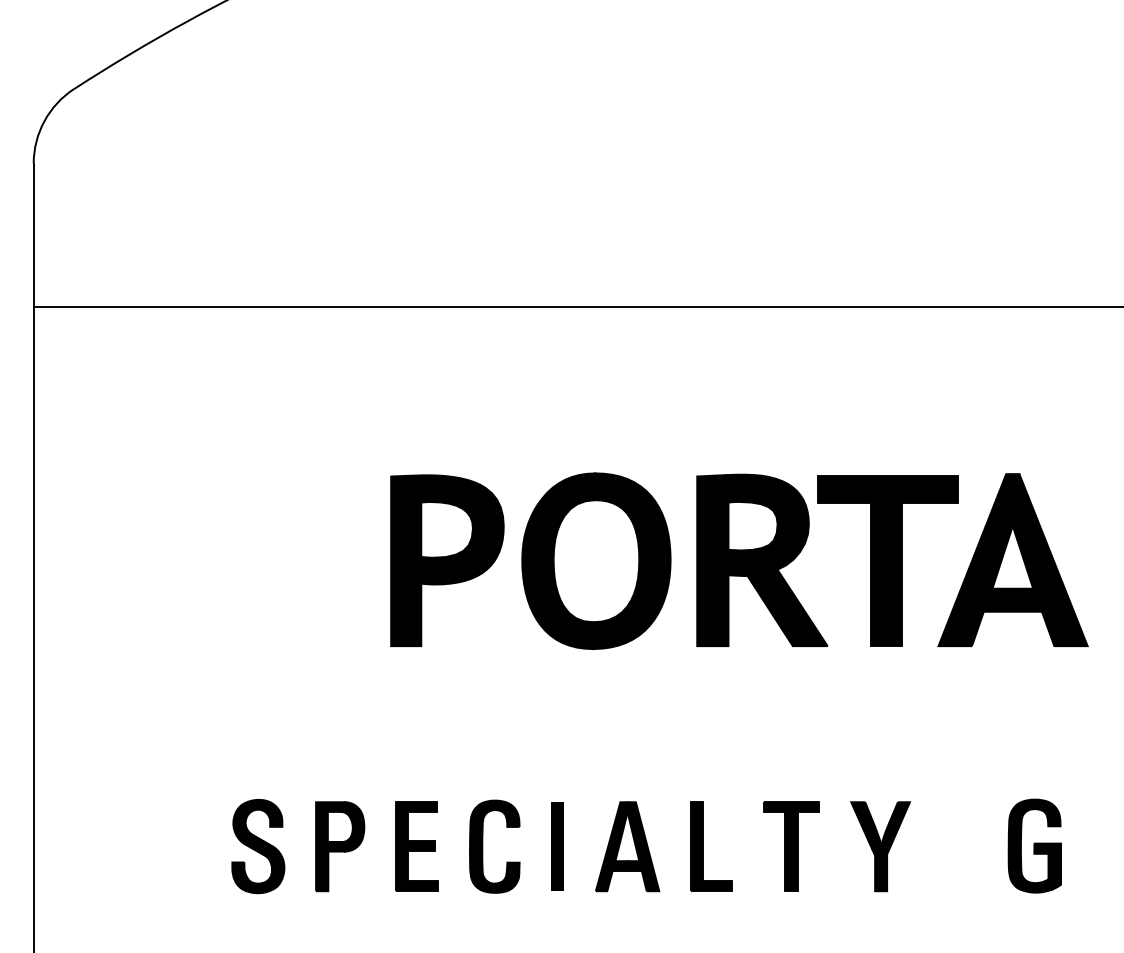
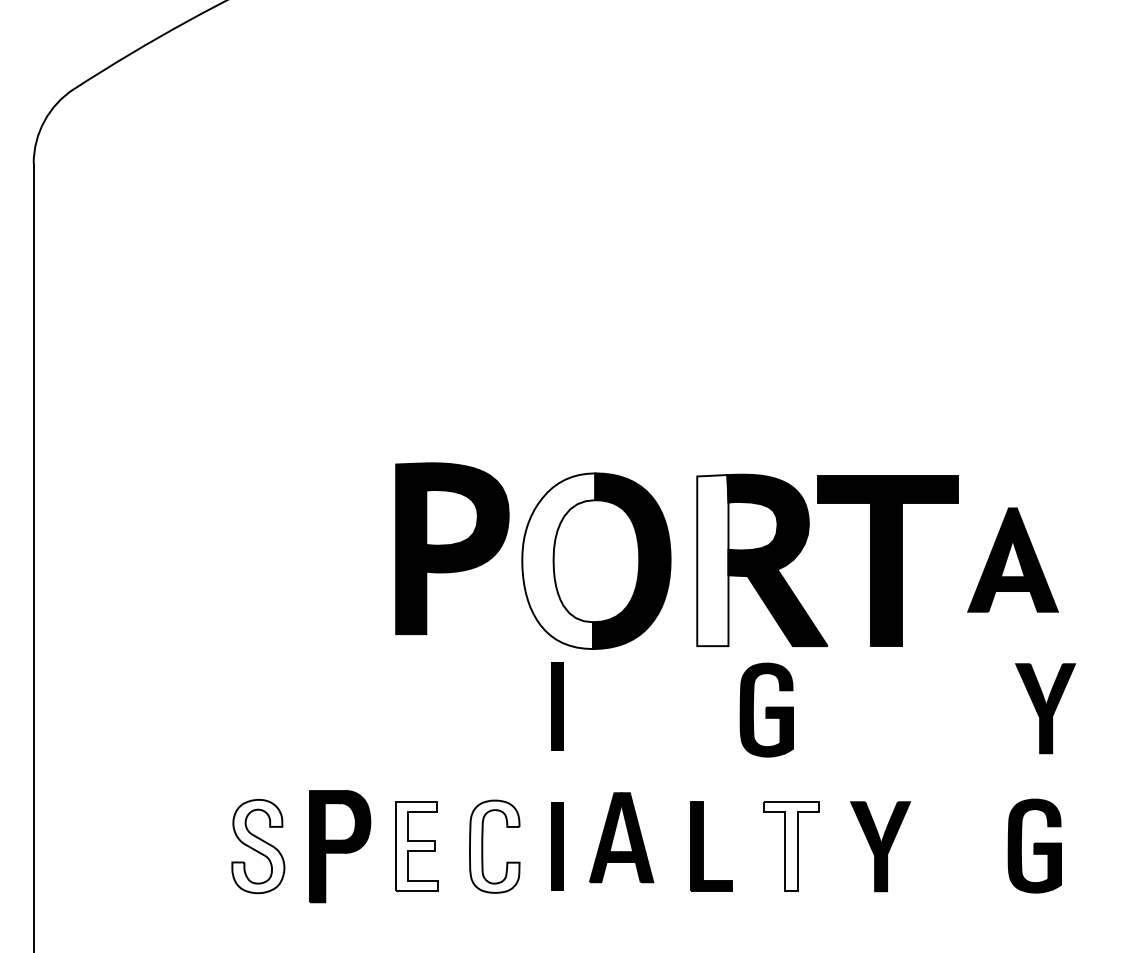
line at (576, 307): present -> none
part at (1012, 559) size: 152x174 px -> 92x106 px
part at (447, 560) position: (447, 560) -> (452, 548)
fill at (712, 560): present -> none
fill at (558, 561): present -> none
part at (557, 706): none -> present
part at (1045, 708): none -> present
part at (766, 709): none -> present
fill at (258, 846): present -> none
part at (340, 846) size: 51x92 px -> 63x114 px
fill at (417, 846): present -> none
fill at (494, 846): present -> none
part at (627, 846) position: (627, 846) -> (621, 837)
fill at (791, 846): present -> none
